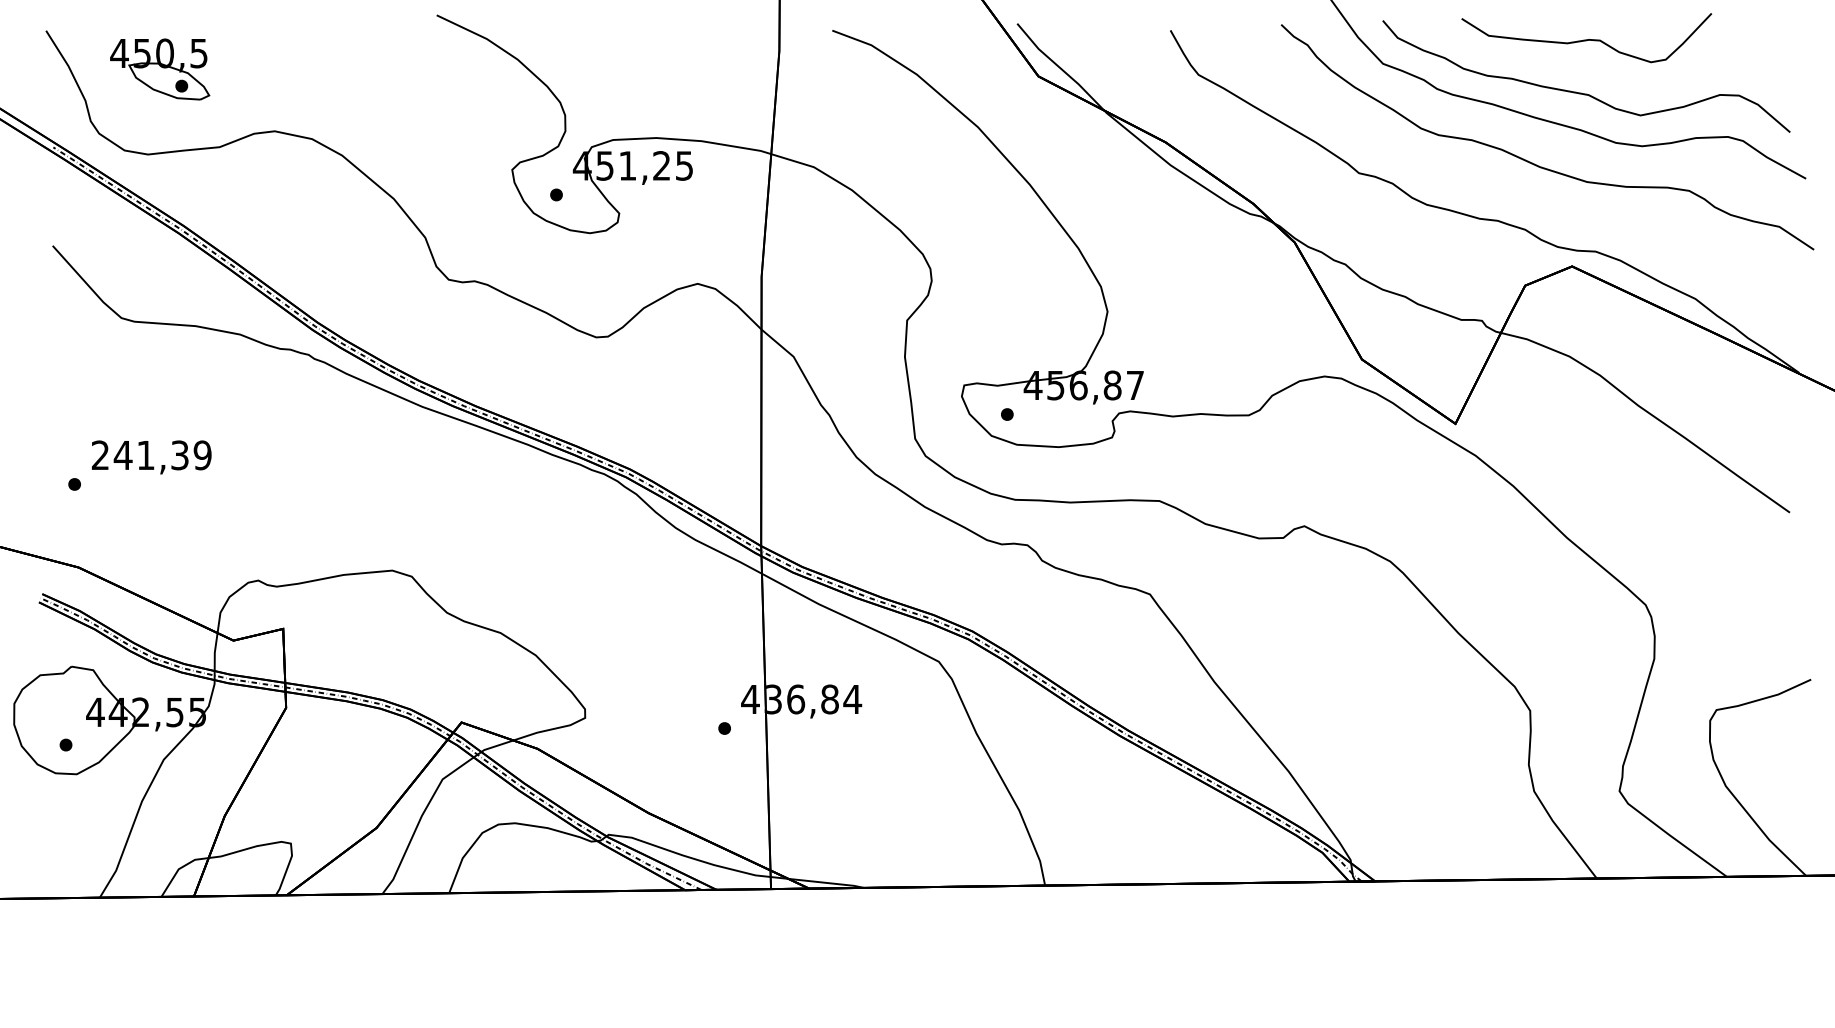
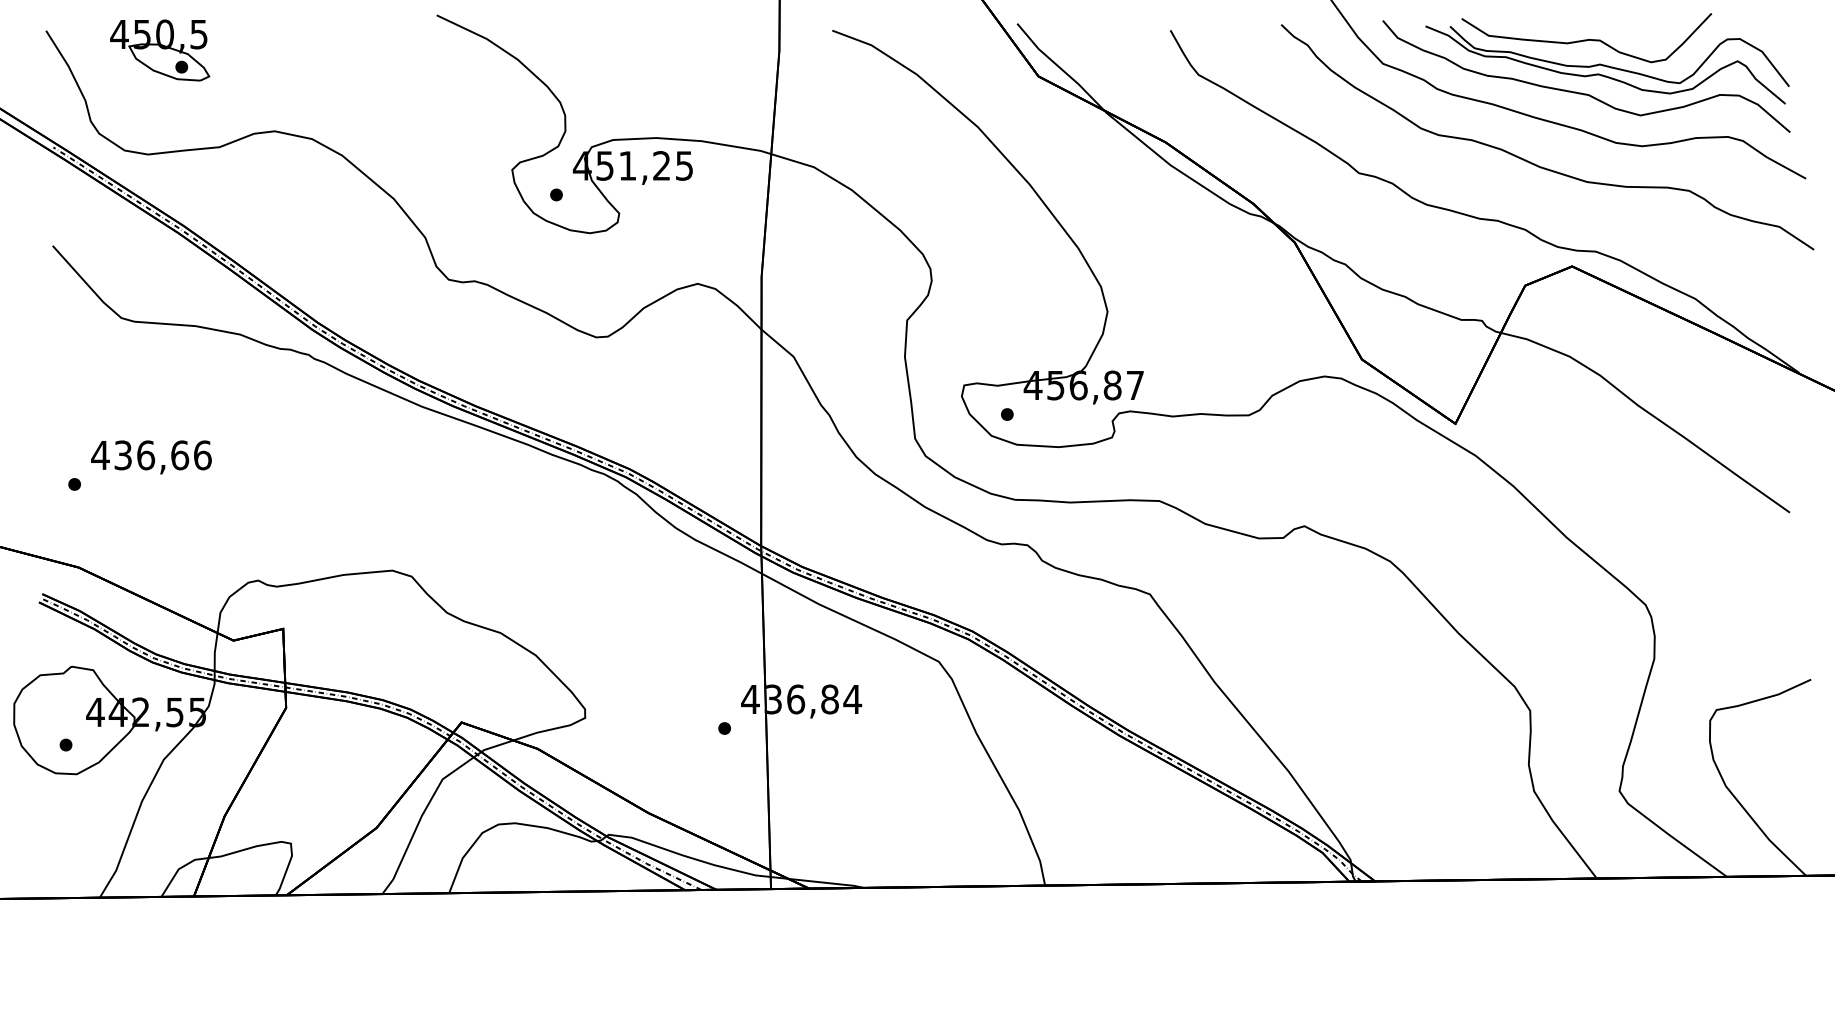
part at (1607, 64): none -> present
part at (160, 69) position: (160, 69) -> (160, 50)
text at (151, 455): 241,39 -> 436,66
